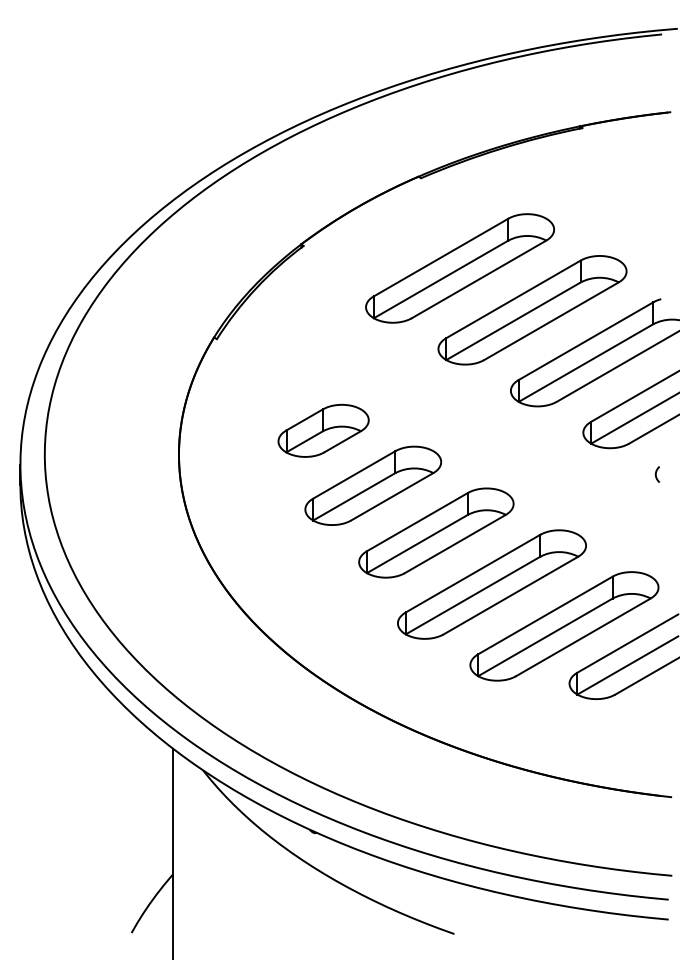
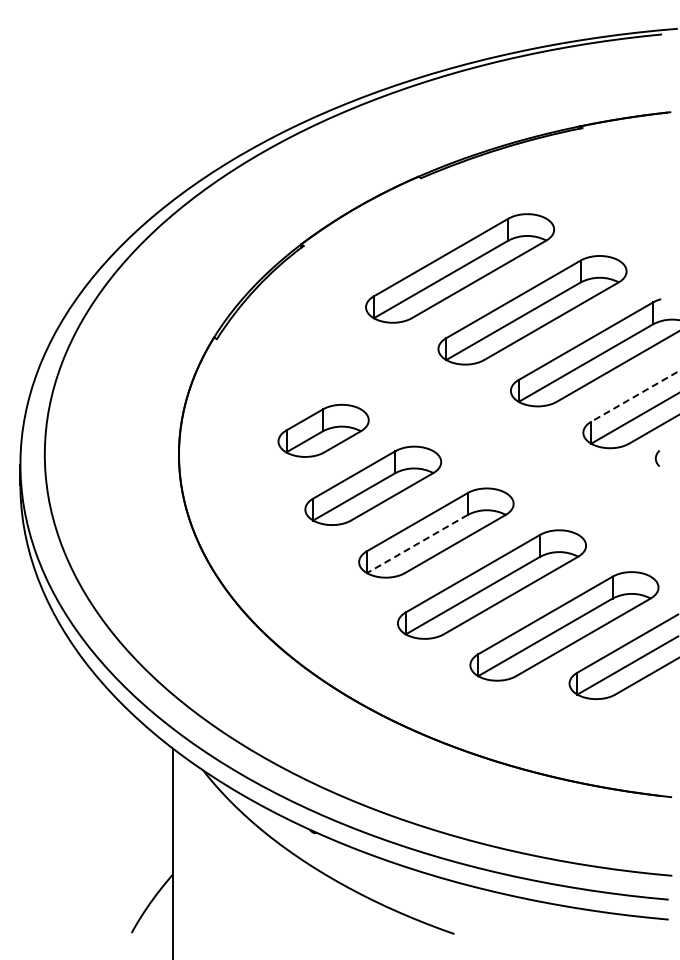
line at (635, 396): solid -> dashed
curve at (656, 474) position: (656, 474) -> (656, 458)
line at (416, 544): solid -> dashed
